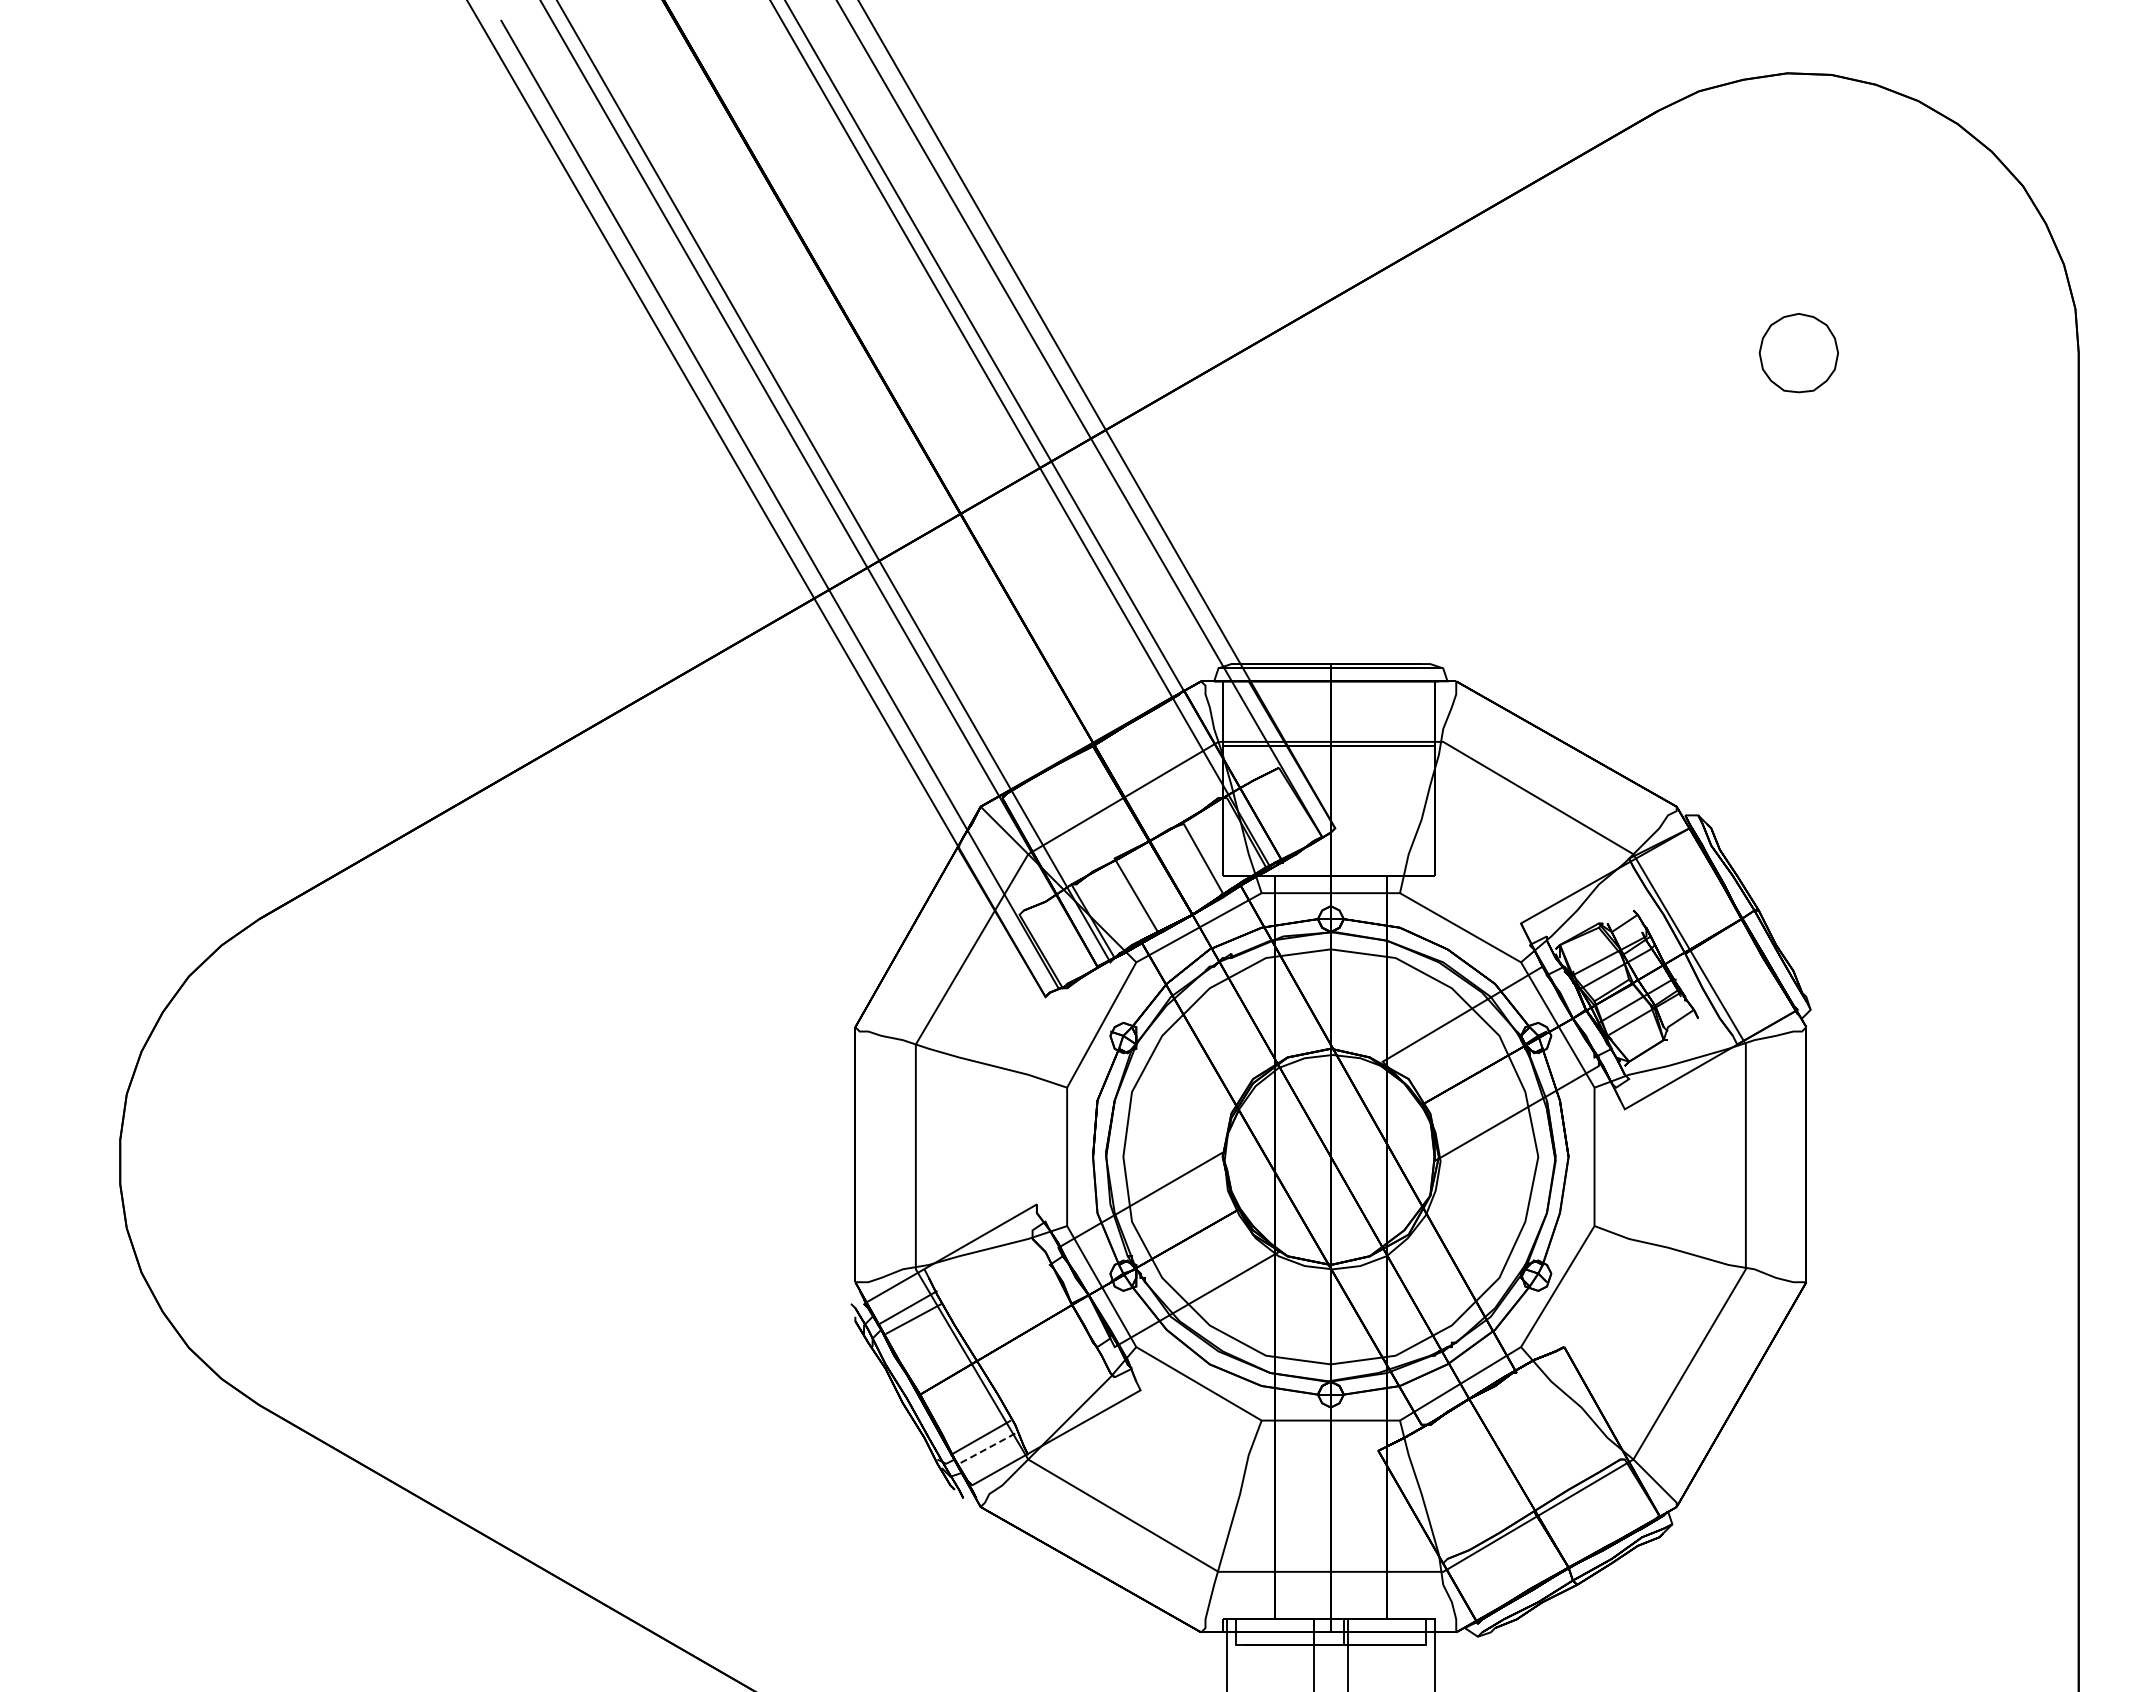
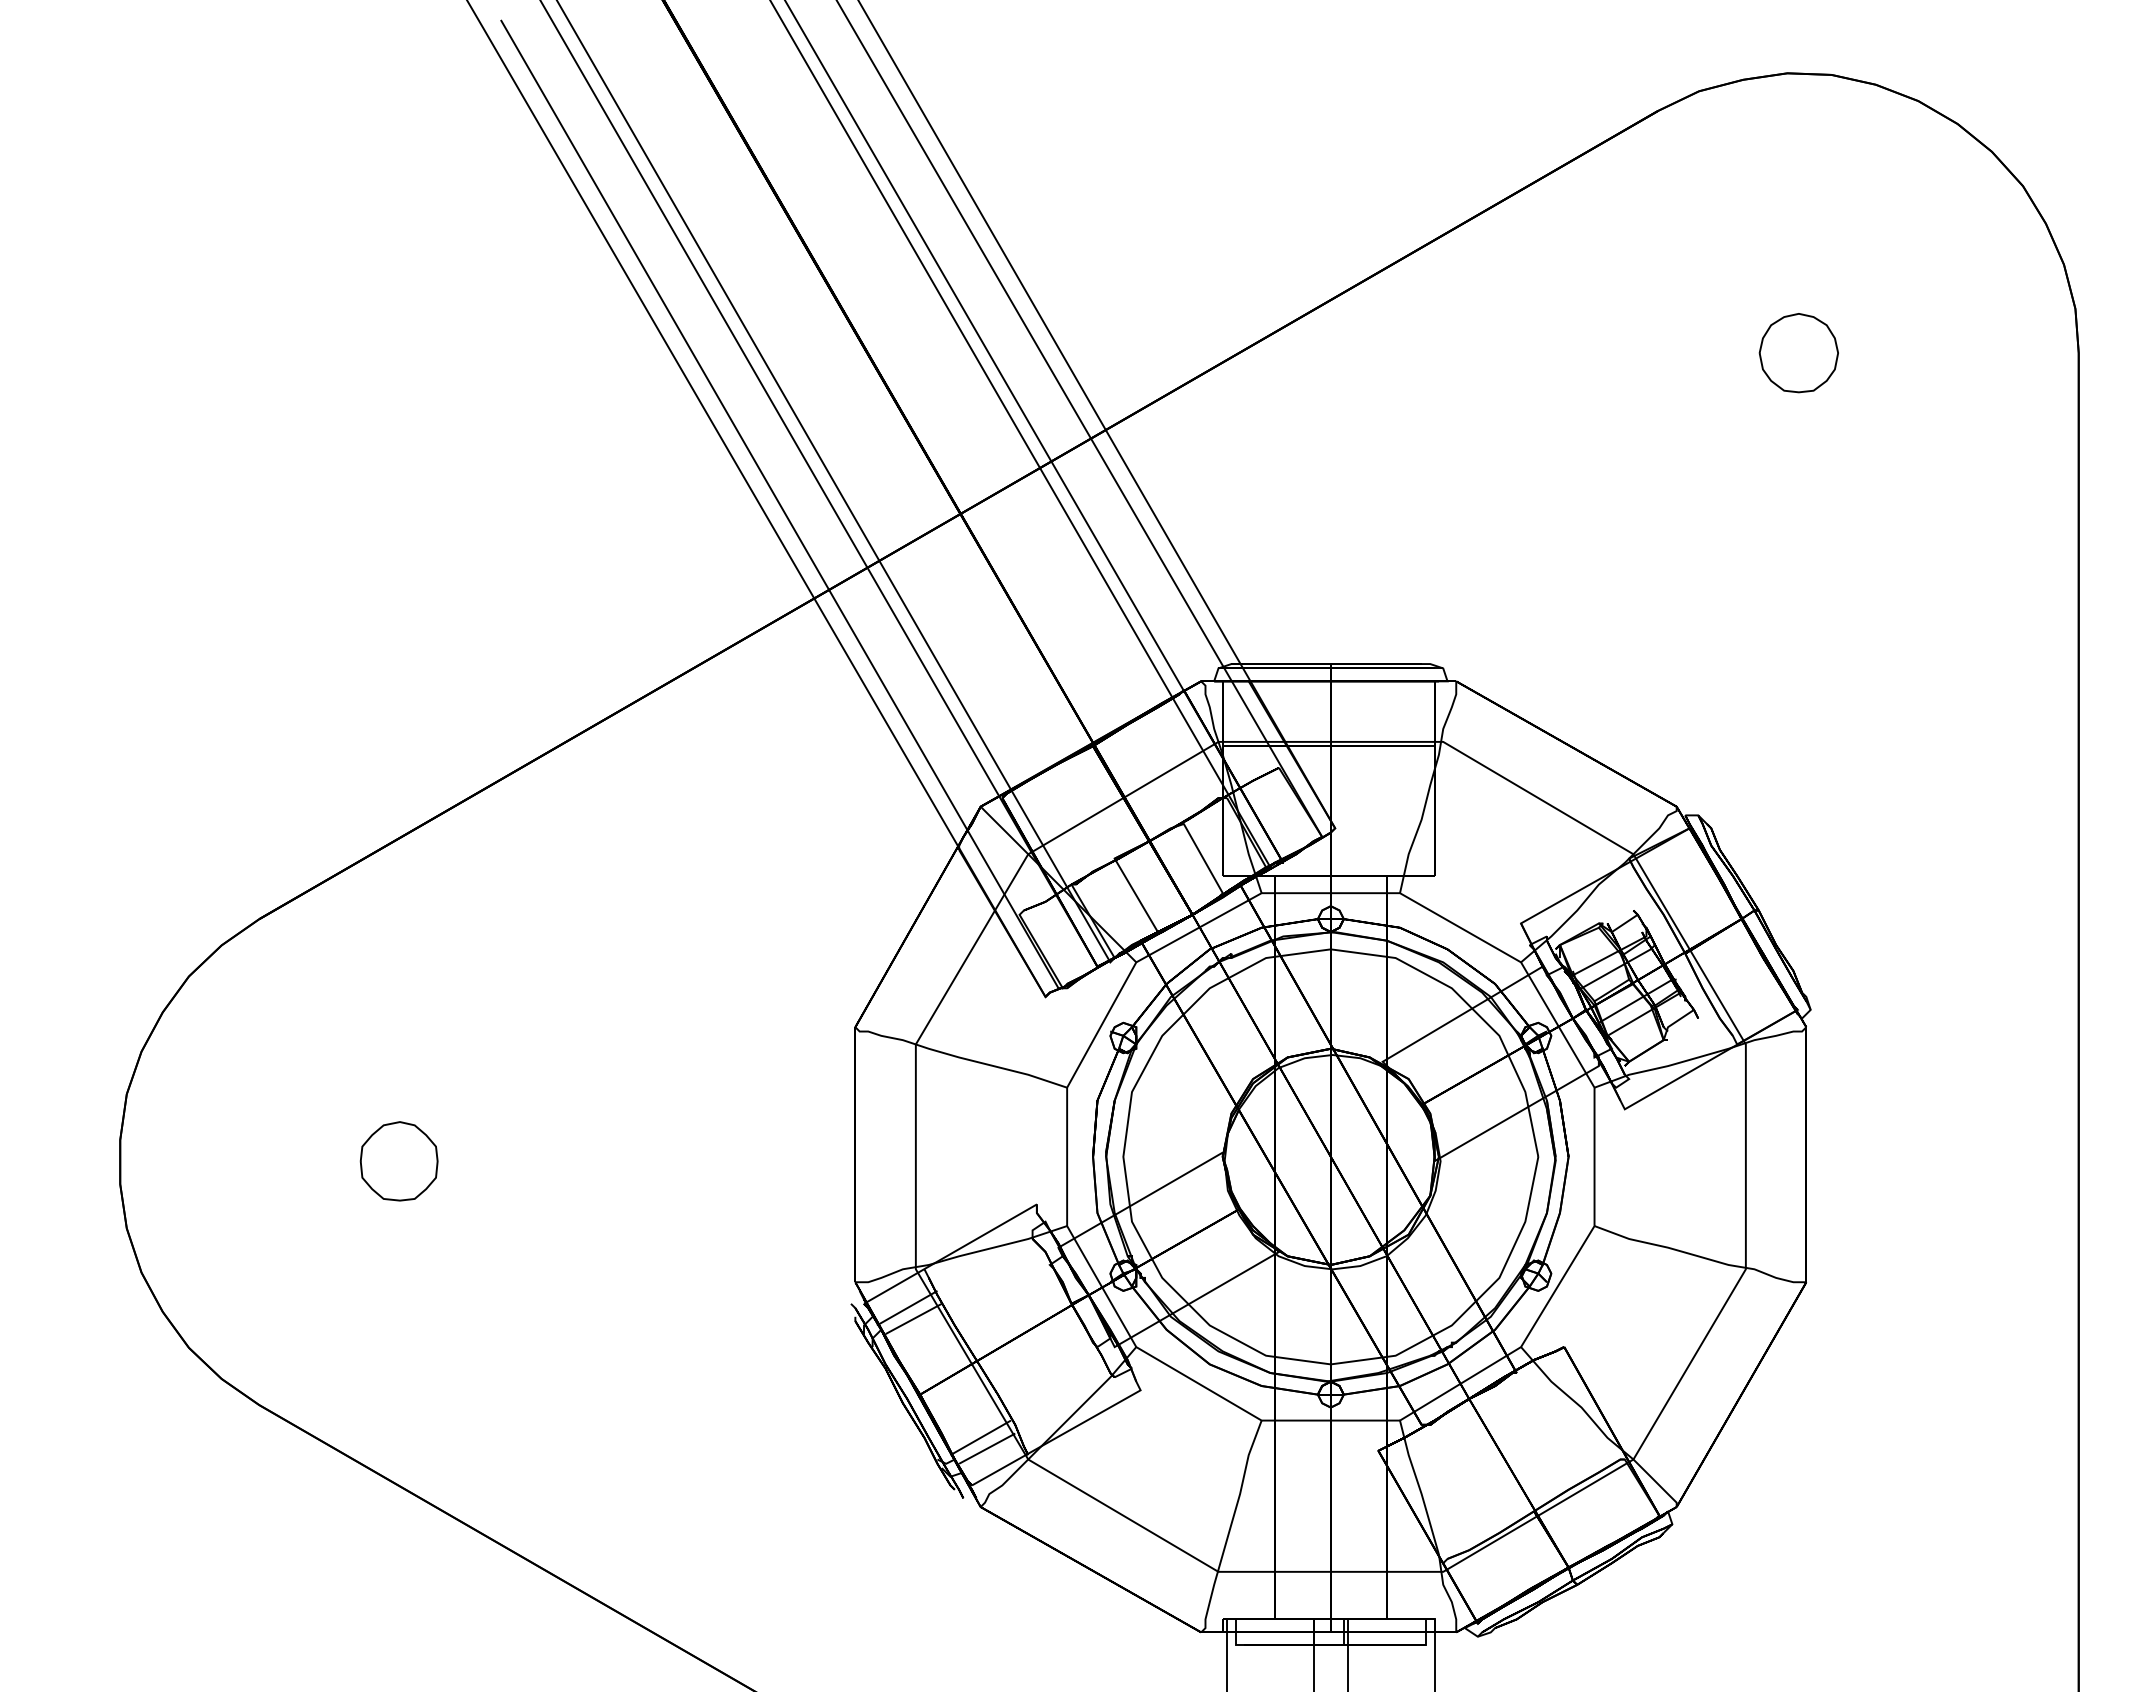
part at (398, 1161): none -> present
line at (987, 1448): dashed -> solid
